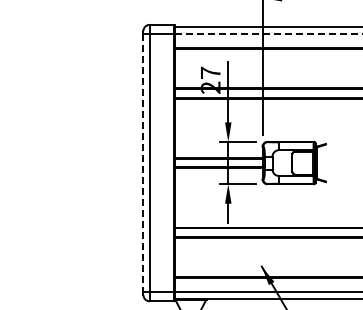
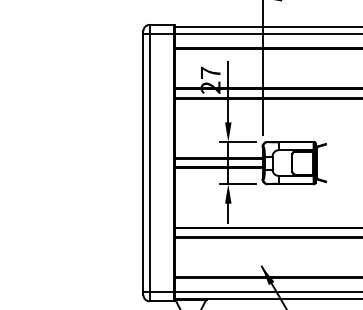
line at (268, 34): dashed -> solid
line at (143, 163): dashed -> solid
